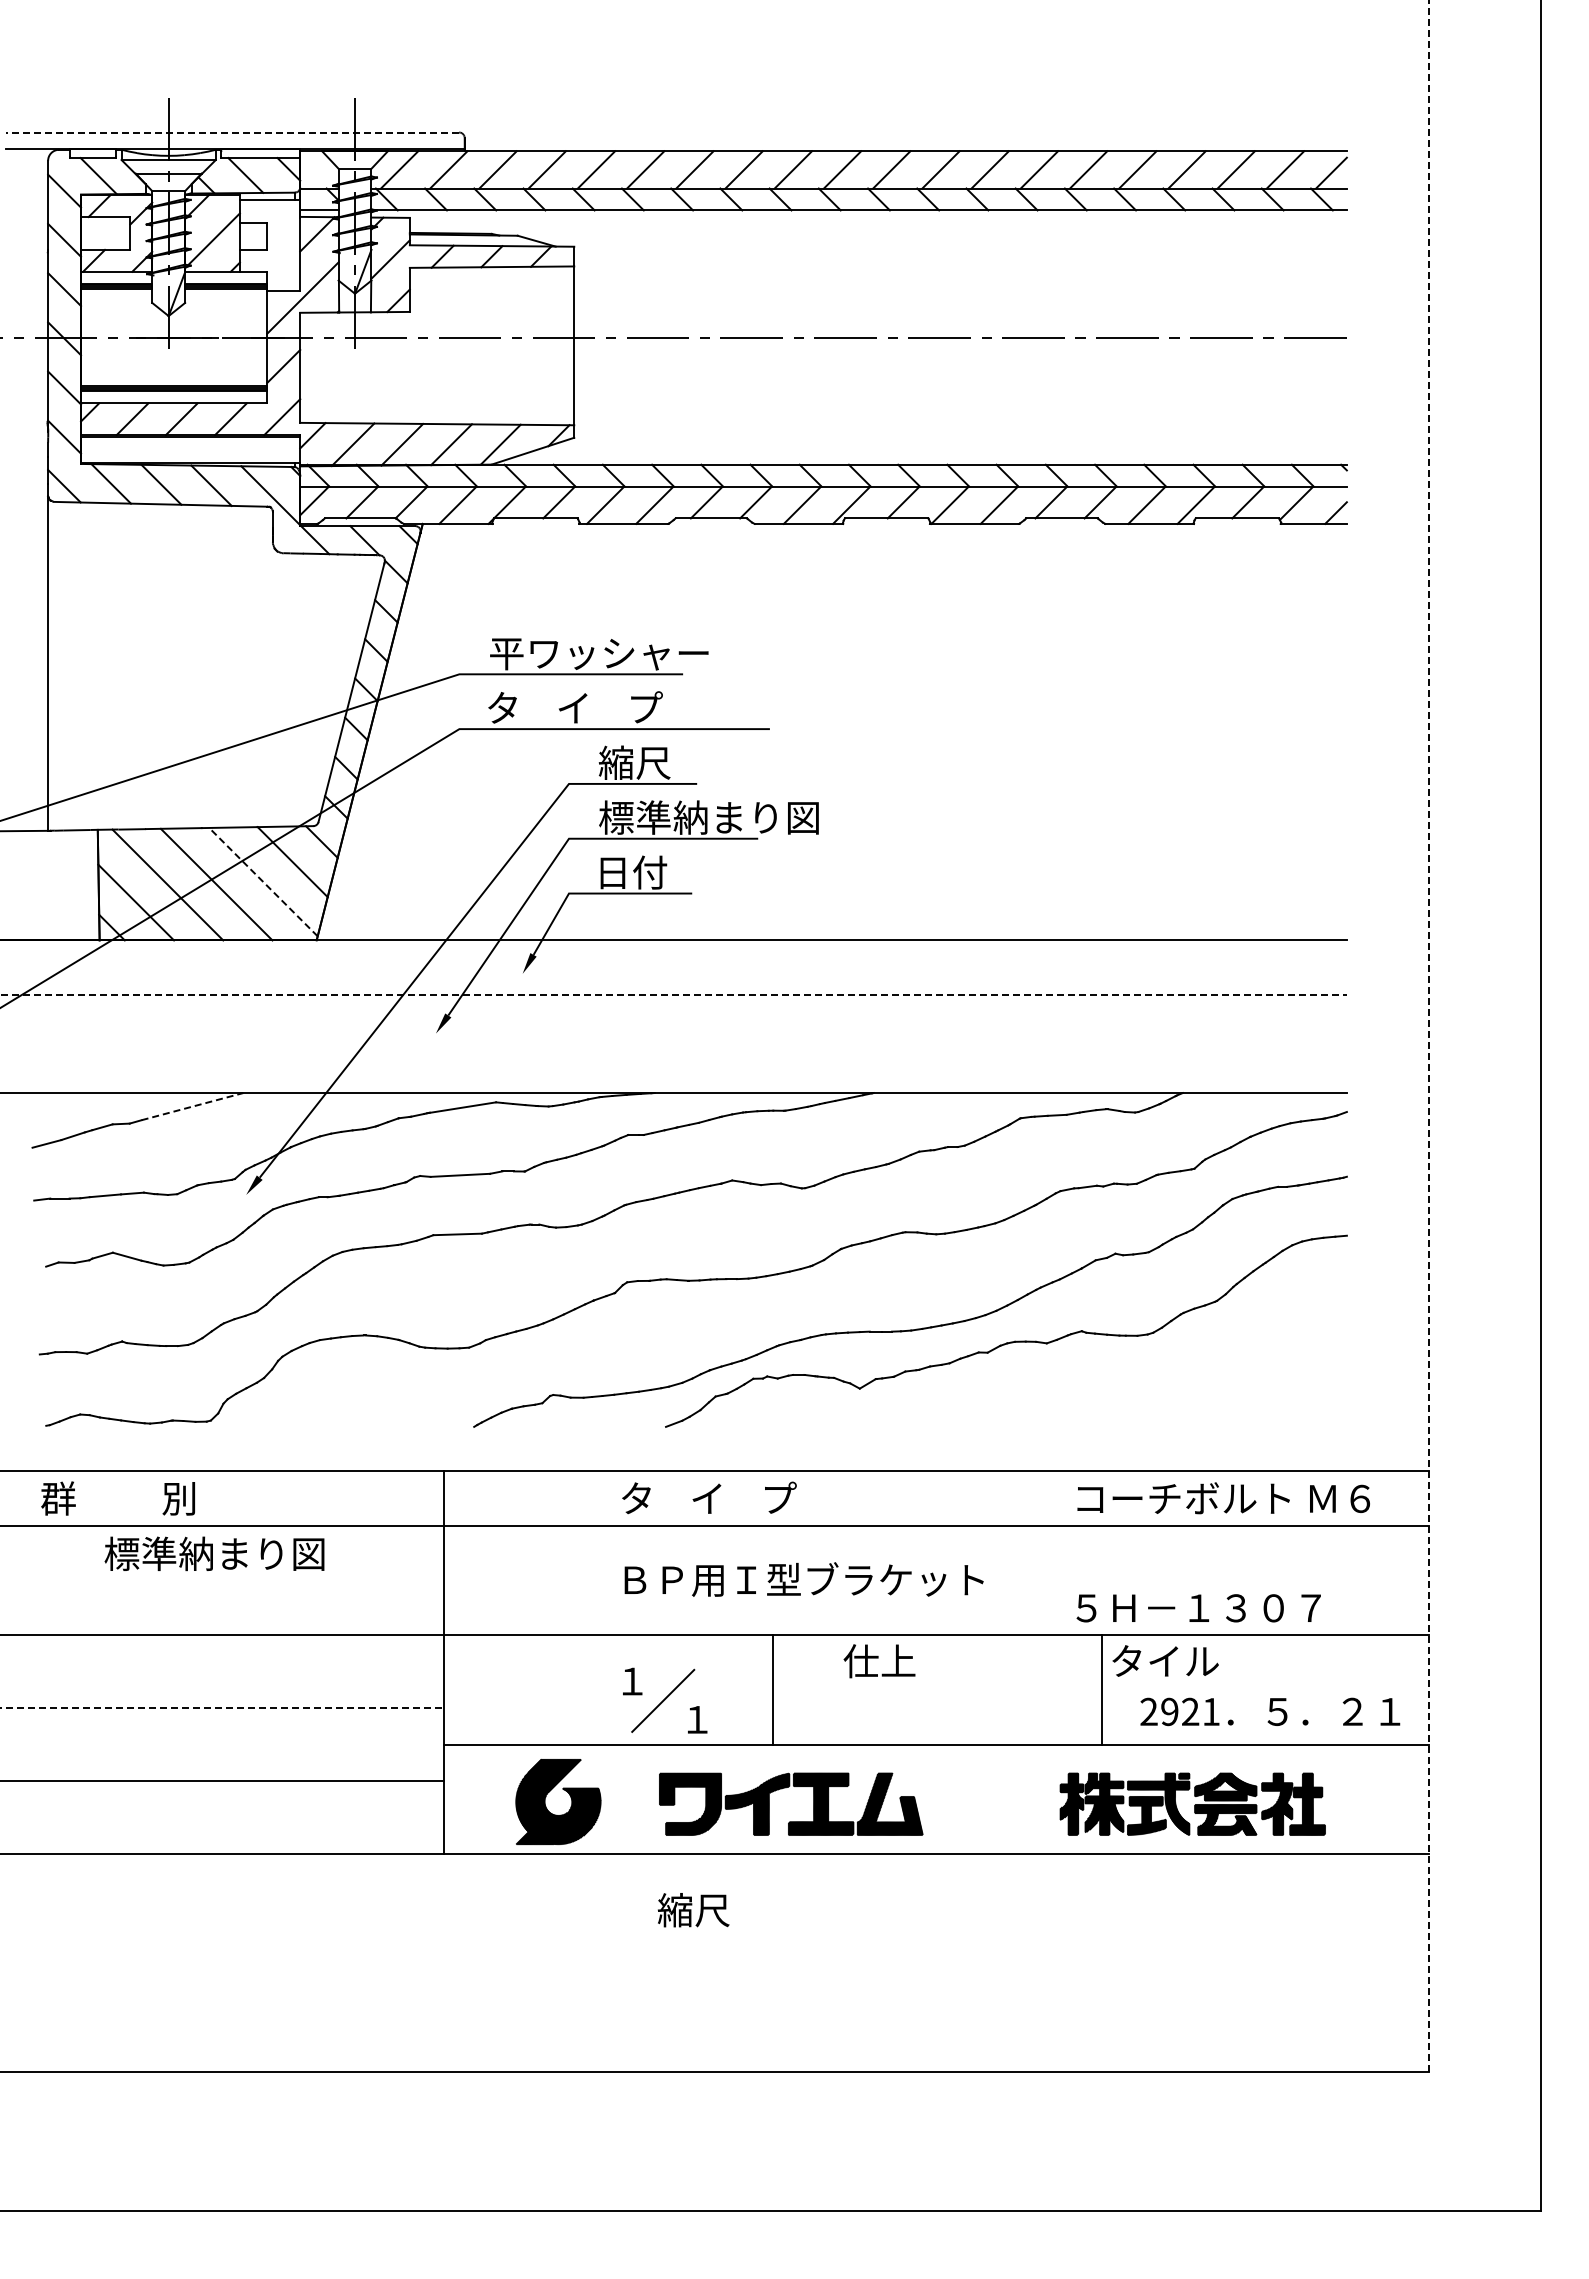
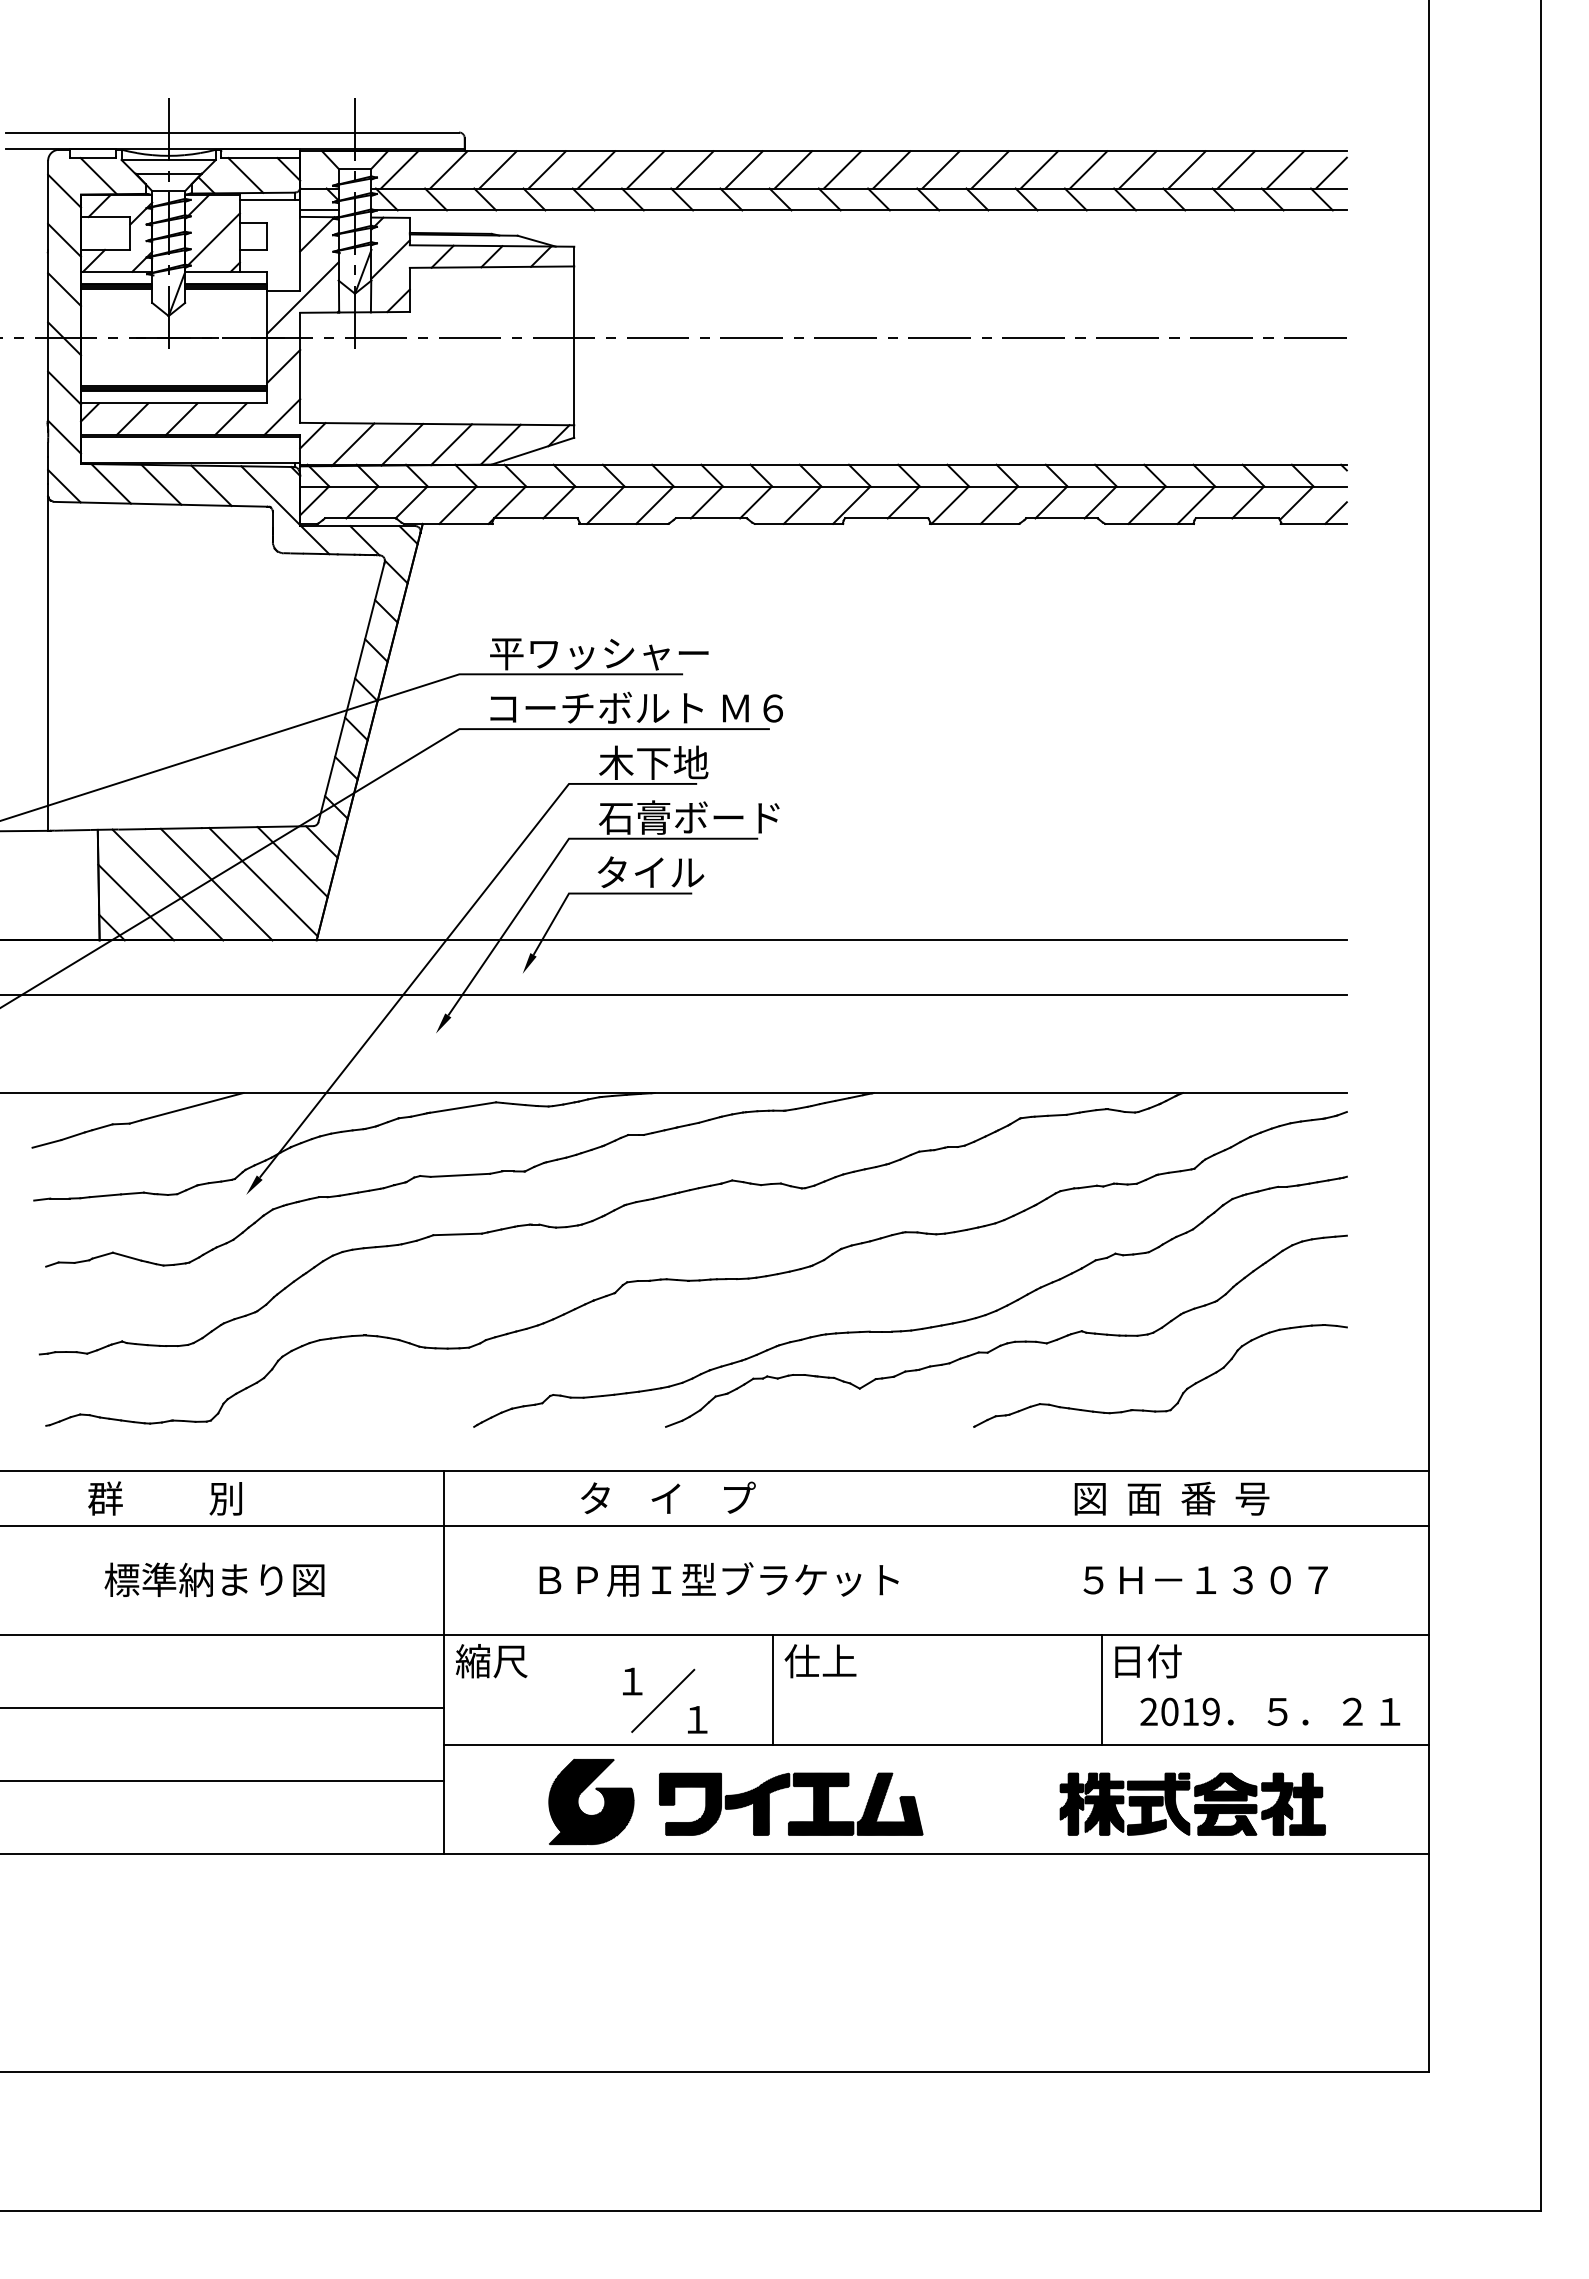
line at (232, 132): dashed -> solid
text at (635, 707): タ    イ    プ -> コーチボルト Ｍ６
text at (653, 762): 縮尺 -> 木下地
text at (708, 817): 標準納まり図 -> 石膏ボード
text at (650, 872): 日付 -> タイル
line at (263, 882): dashed -> solid
line at (674, 995): dashed -> solid
line at (1429, 1036): dashed -> solid
line at (192, 1106): dashed -> solid
part at (1181, 1393): none -> present
text at (709, 1497) position: (709, 1497) -> (668, 1497)
text at (117, 1498) position: (117, 1498) -> (164, 1498)
text at (1221, 1498): コーチボルト Ｍ６ -> 図  面  番  号
text at (214, 1553) position: (214, 1553) -> (214, 1579)
text at (803, 1579) position: (803, 1579) -> (718, 1579)
text at (1198, 1608) position: (1198, 1608) -> (1205, 1580)
text at (879, 1661) position: (879, 1661) -> (820, 1661)
text at (1165, 1661): タイル -> 日付
line at (222, 1708): dashed -> solid
text at (1190, 1711): 2921 -> 2019
part at (563, 1790) position: (563, 1790) -> (596, 1790)
text at (693, 1910) position: (693, 1910) -> (491, 1661)
